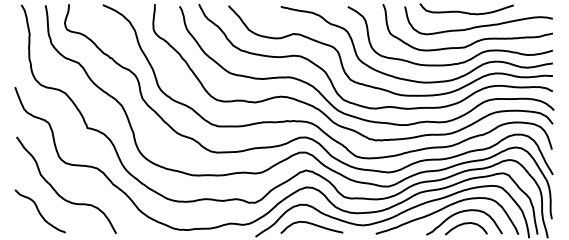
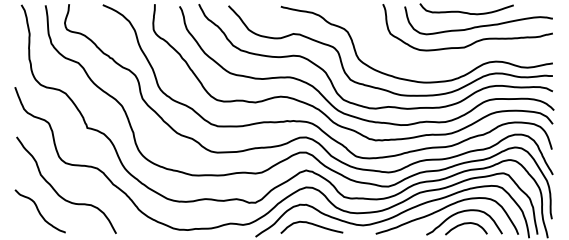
curve at (450, 63): present -> none
